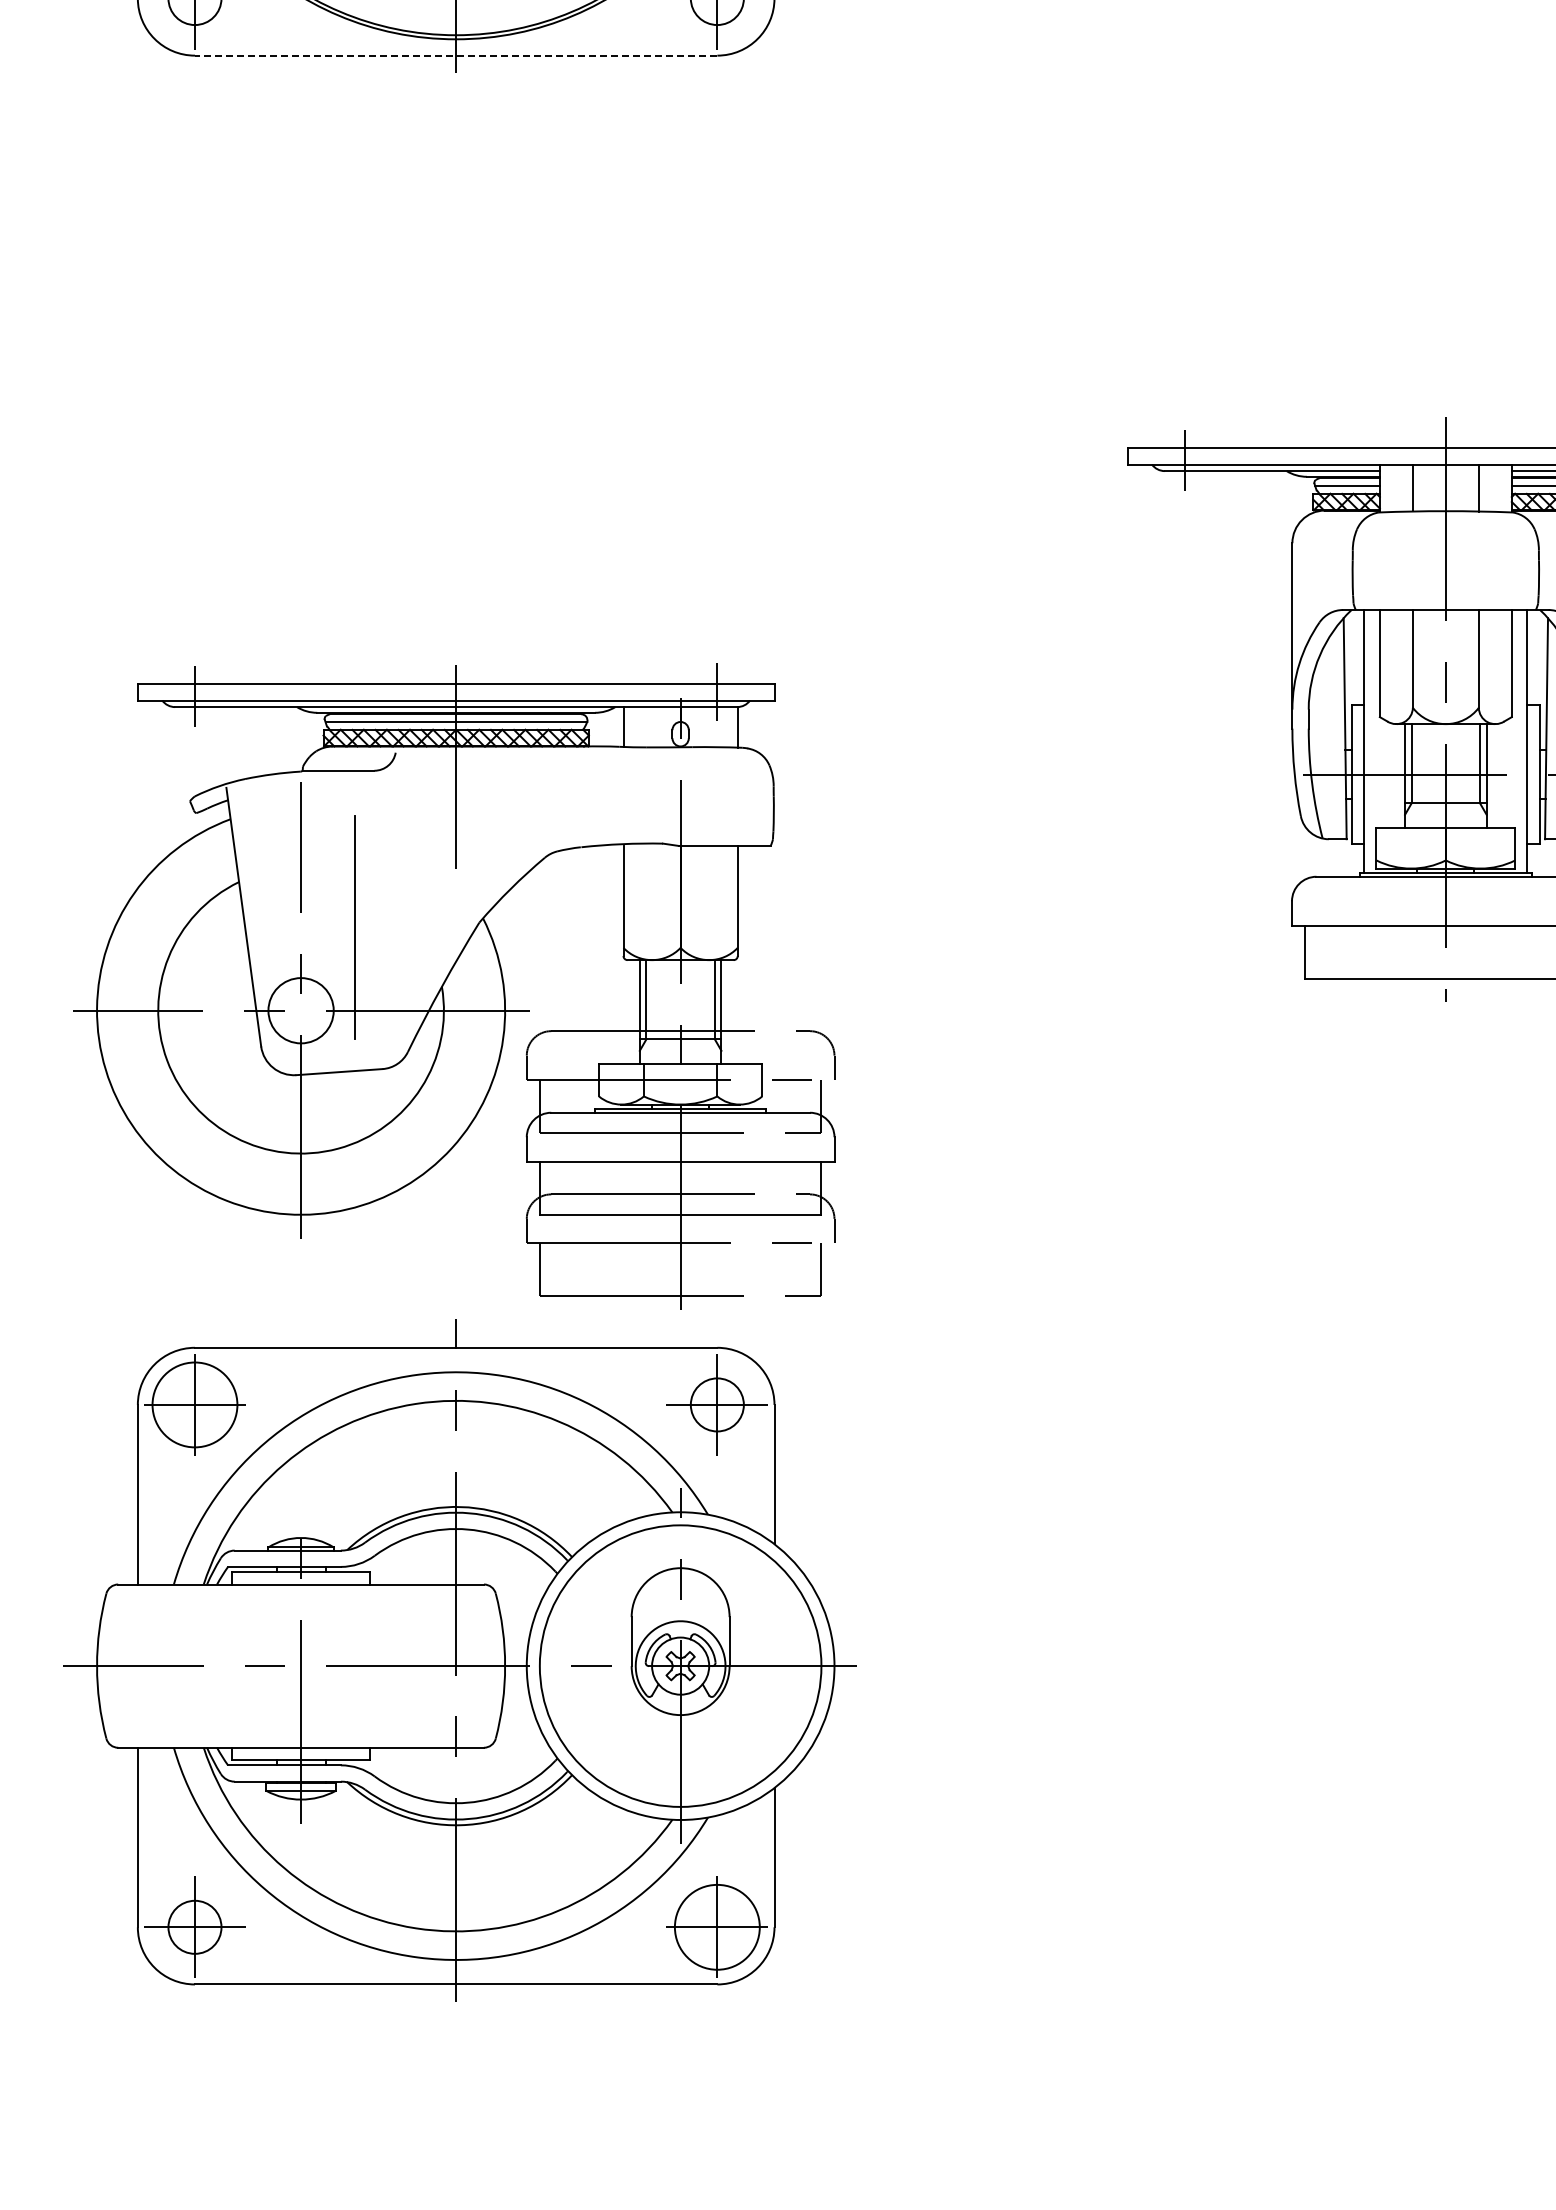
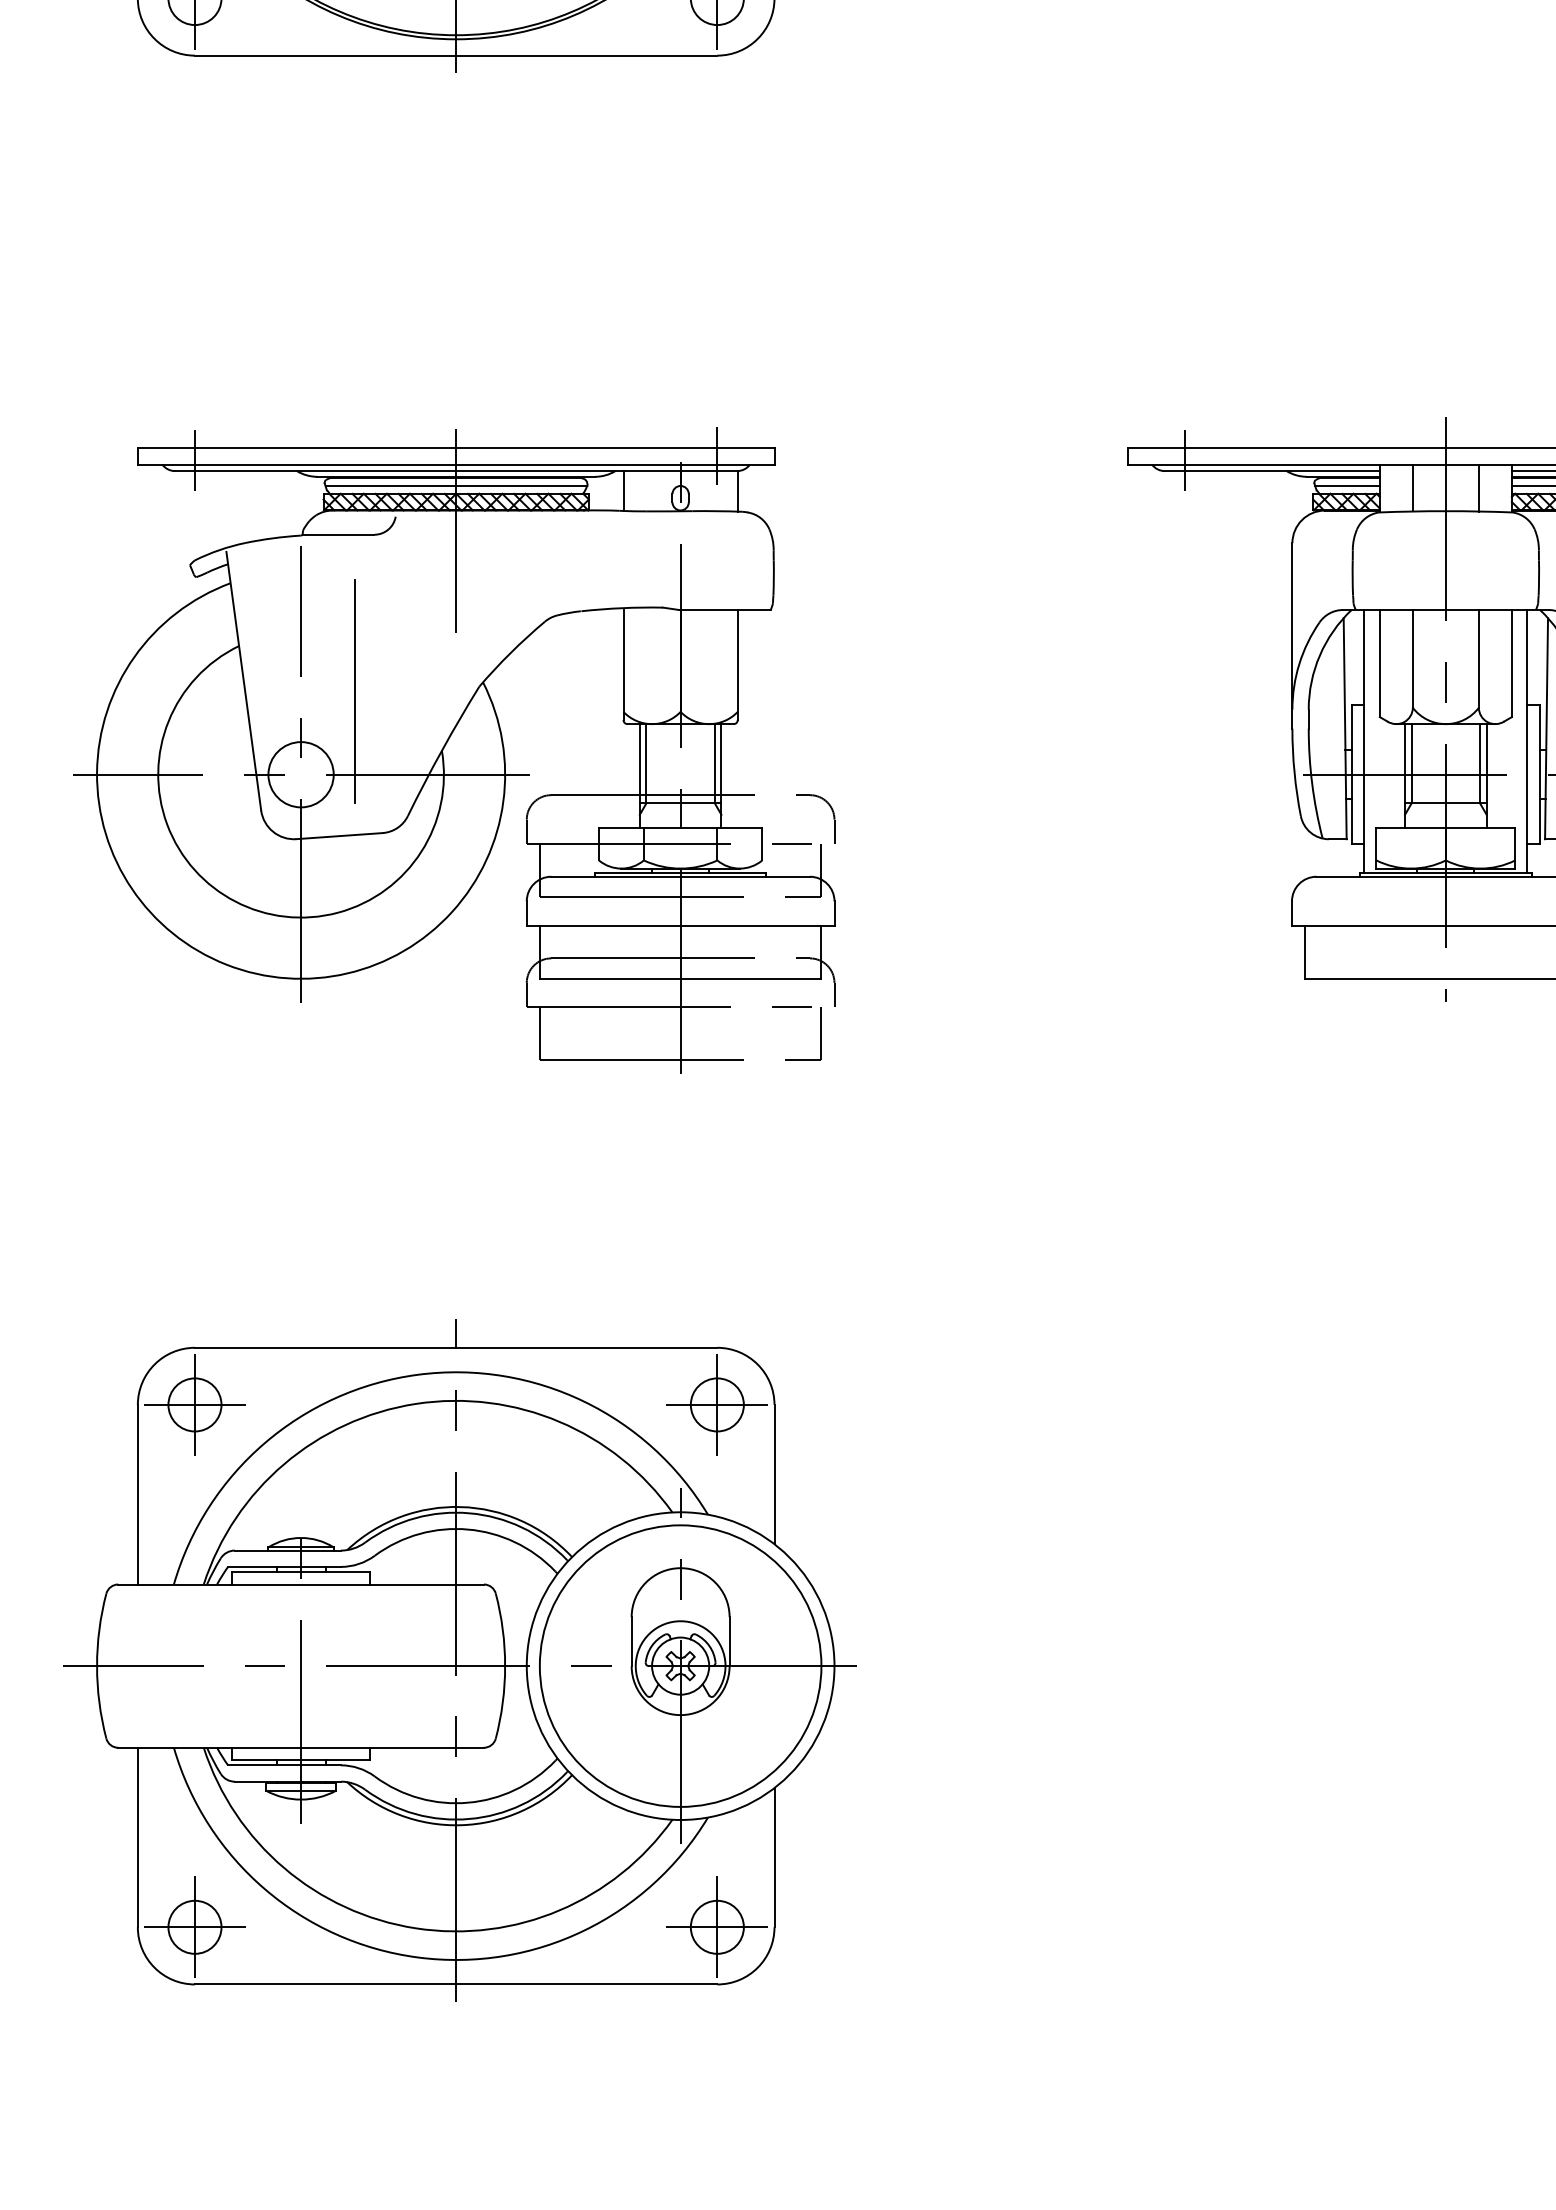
line at (455, 55): dashed -> solid
part at (454, 986) position: (454, 986) -> (454, 750)
circle at (194, 1404) diameter: 85 px -> 53 px
circle at (716, 1926) diameter: 85 px -> 53 px
